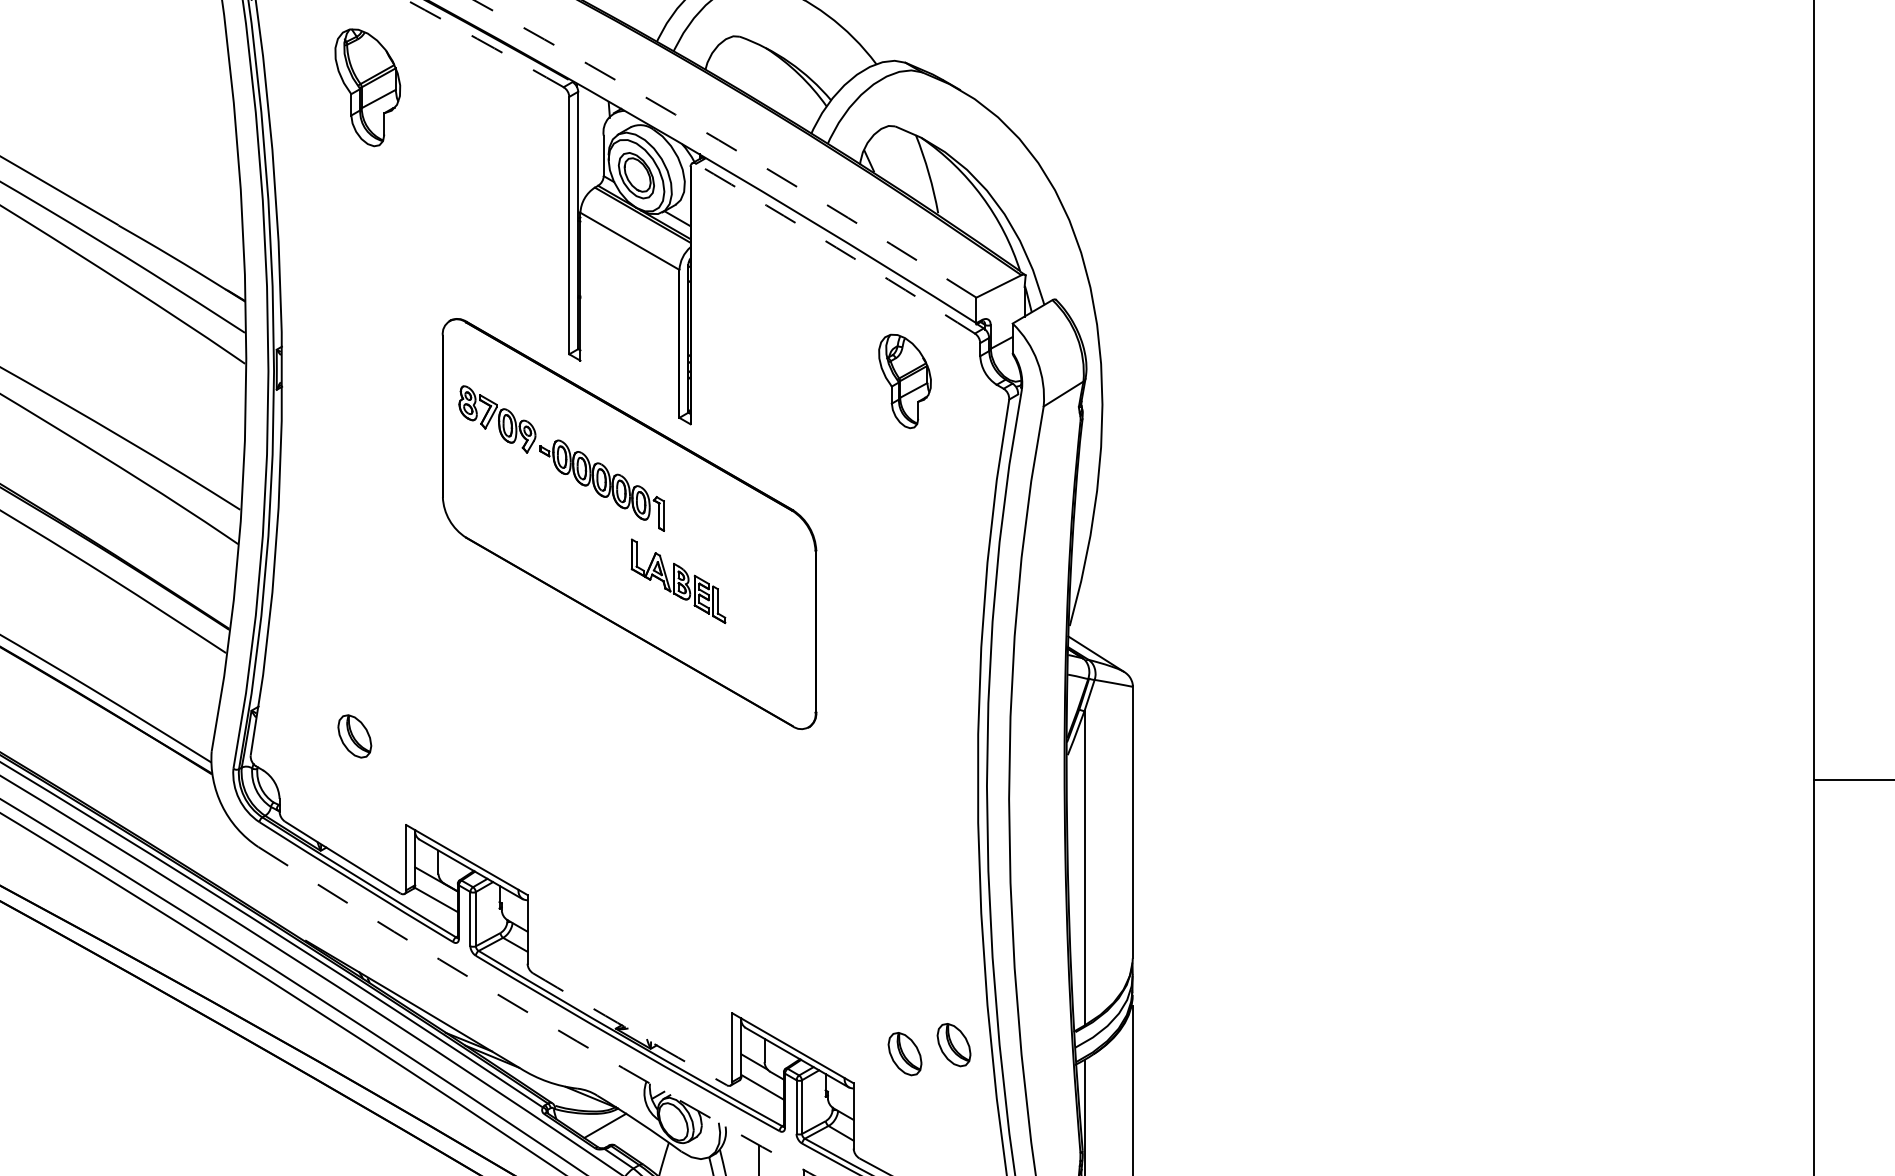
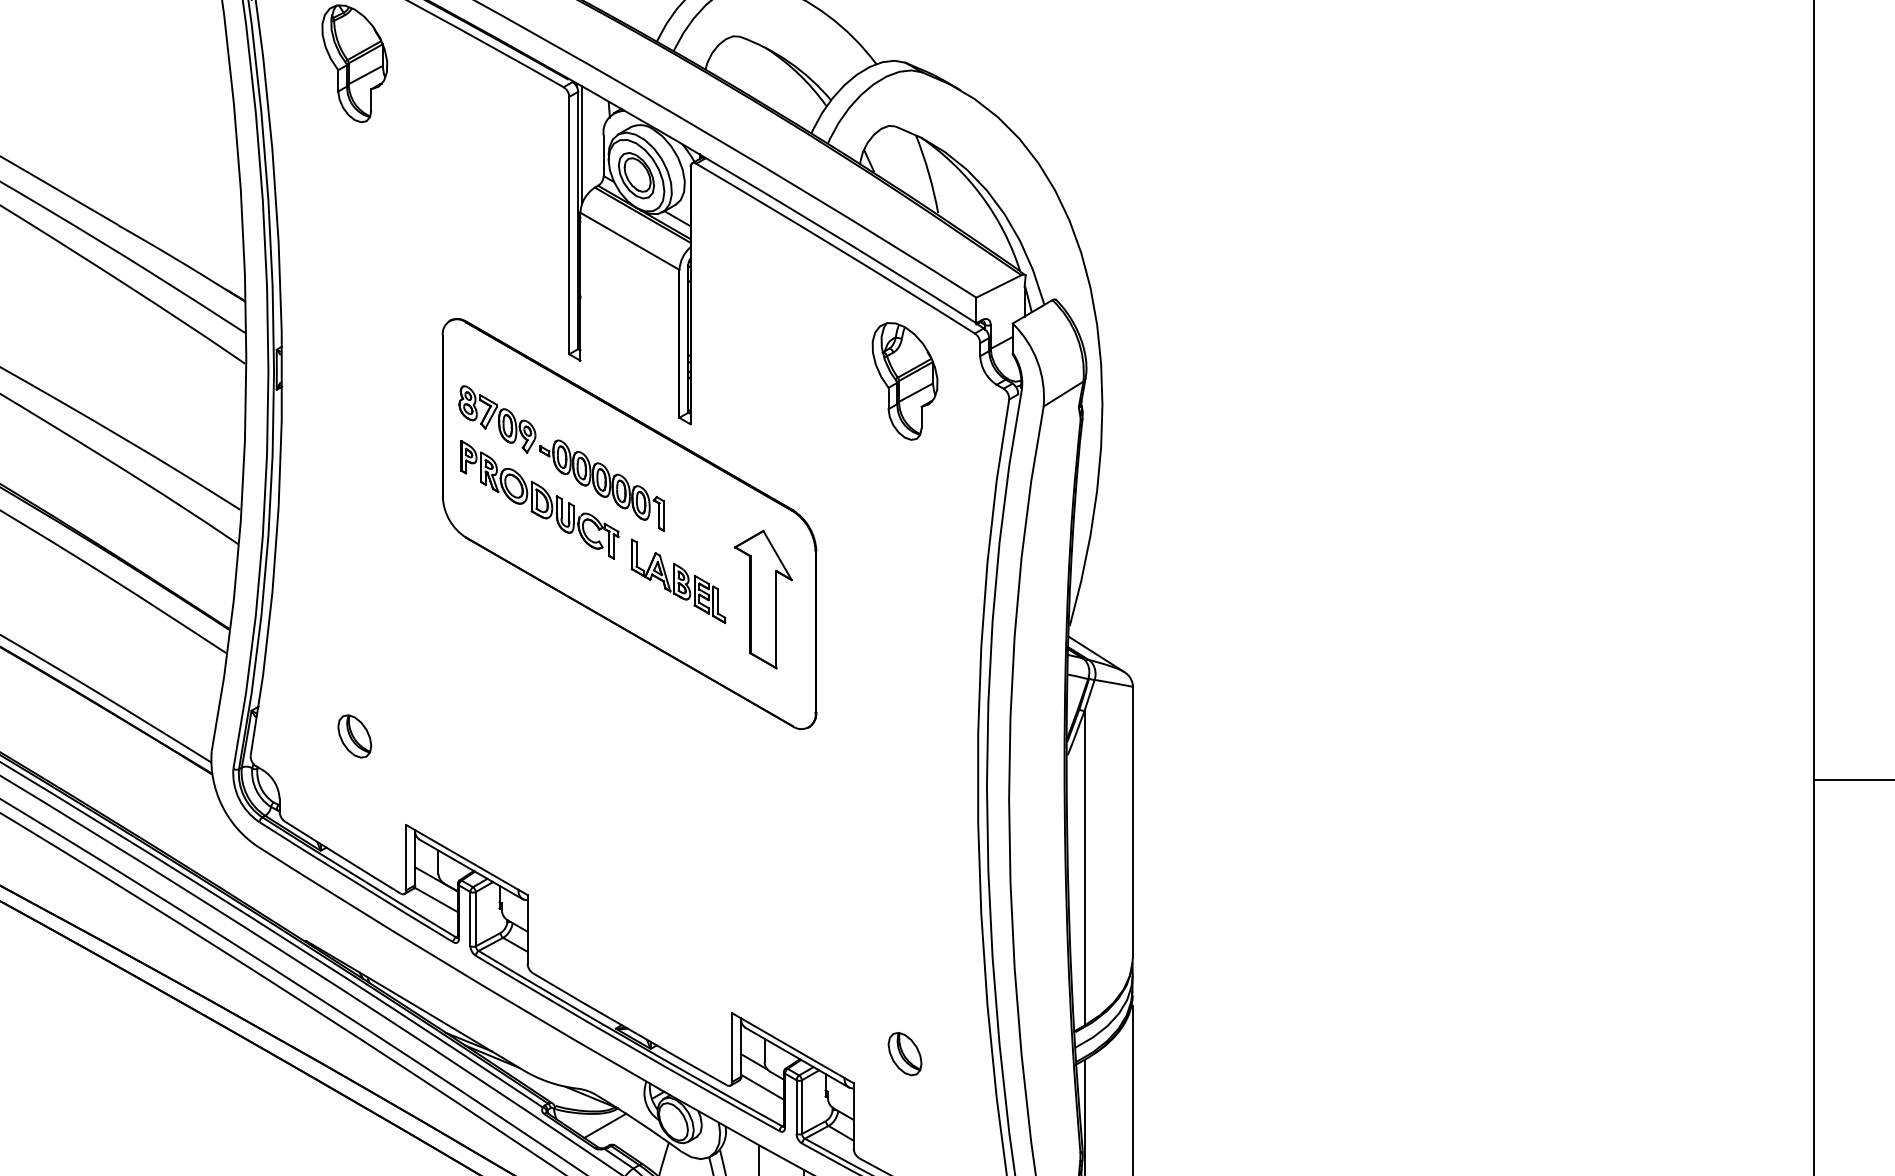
arc at (484, 43): dashed -> solid
part at (367, 87) position: (367, 87) -> (354, 63)
line at (582, 144): none -> present
arc at (726, 144): dashed -> solid
arc at (836, 247): dashed -> solid
part at (904, 381) size: 54x97 px -> 68x119 px
part at (539, 499): none -> present
part at (762, 599): none -> present
arc at (533, 1015): dashed -> solid
arc at (629, 1029): dashed -> solid
part at (953, 1045): present -> none
